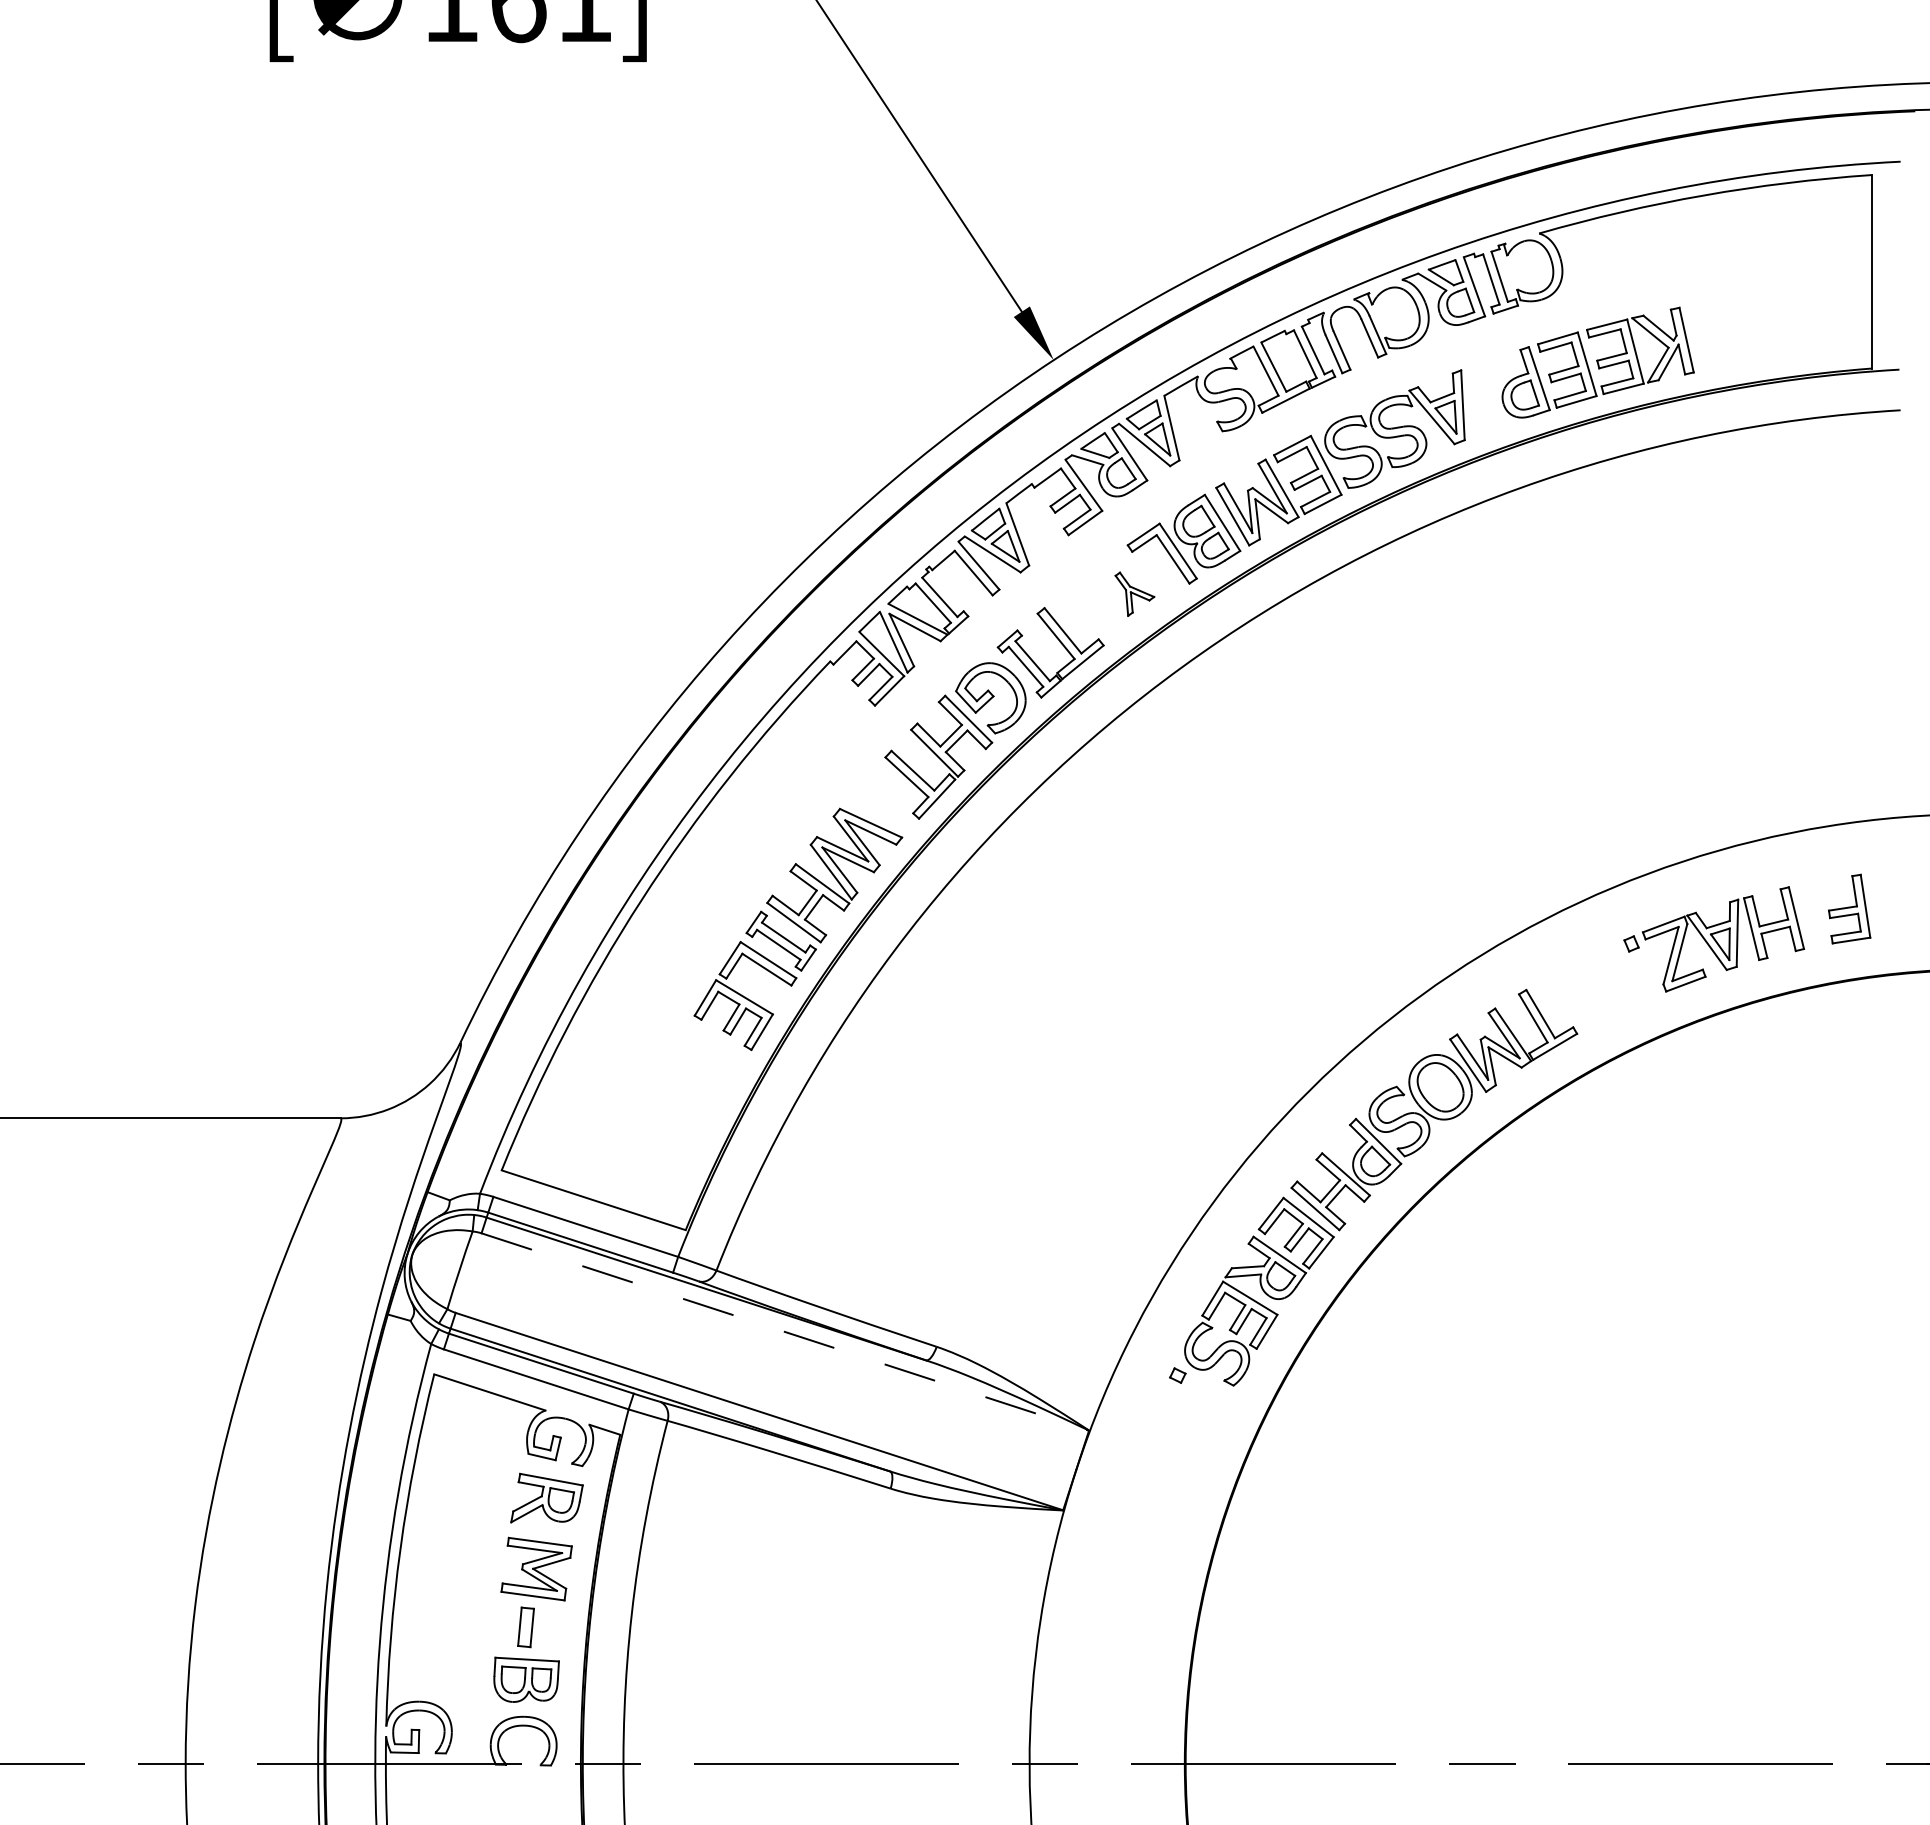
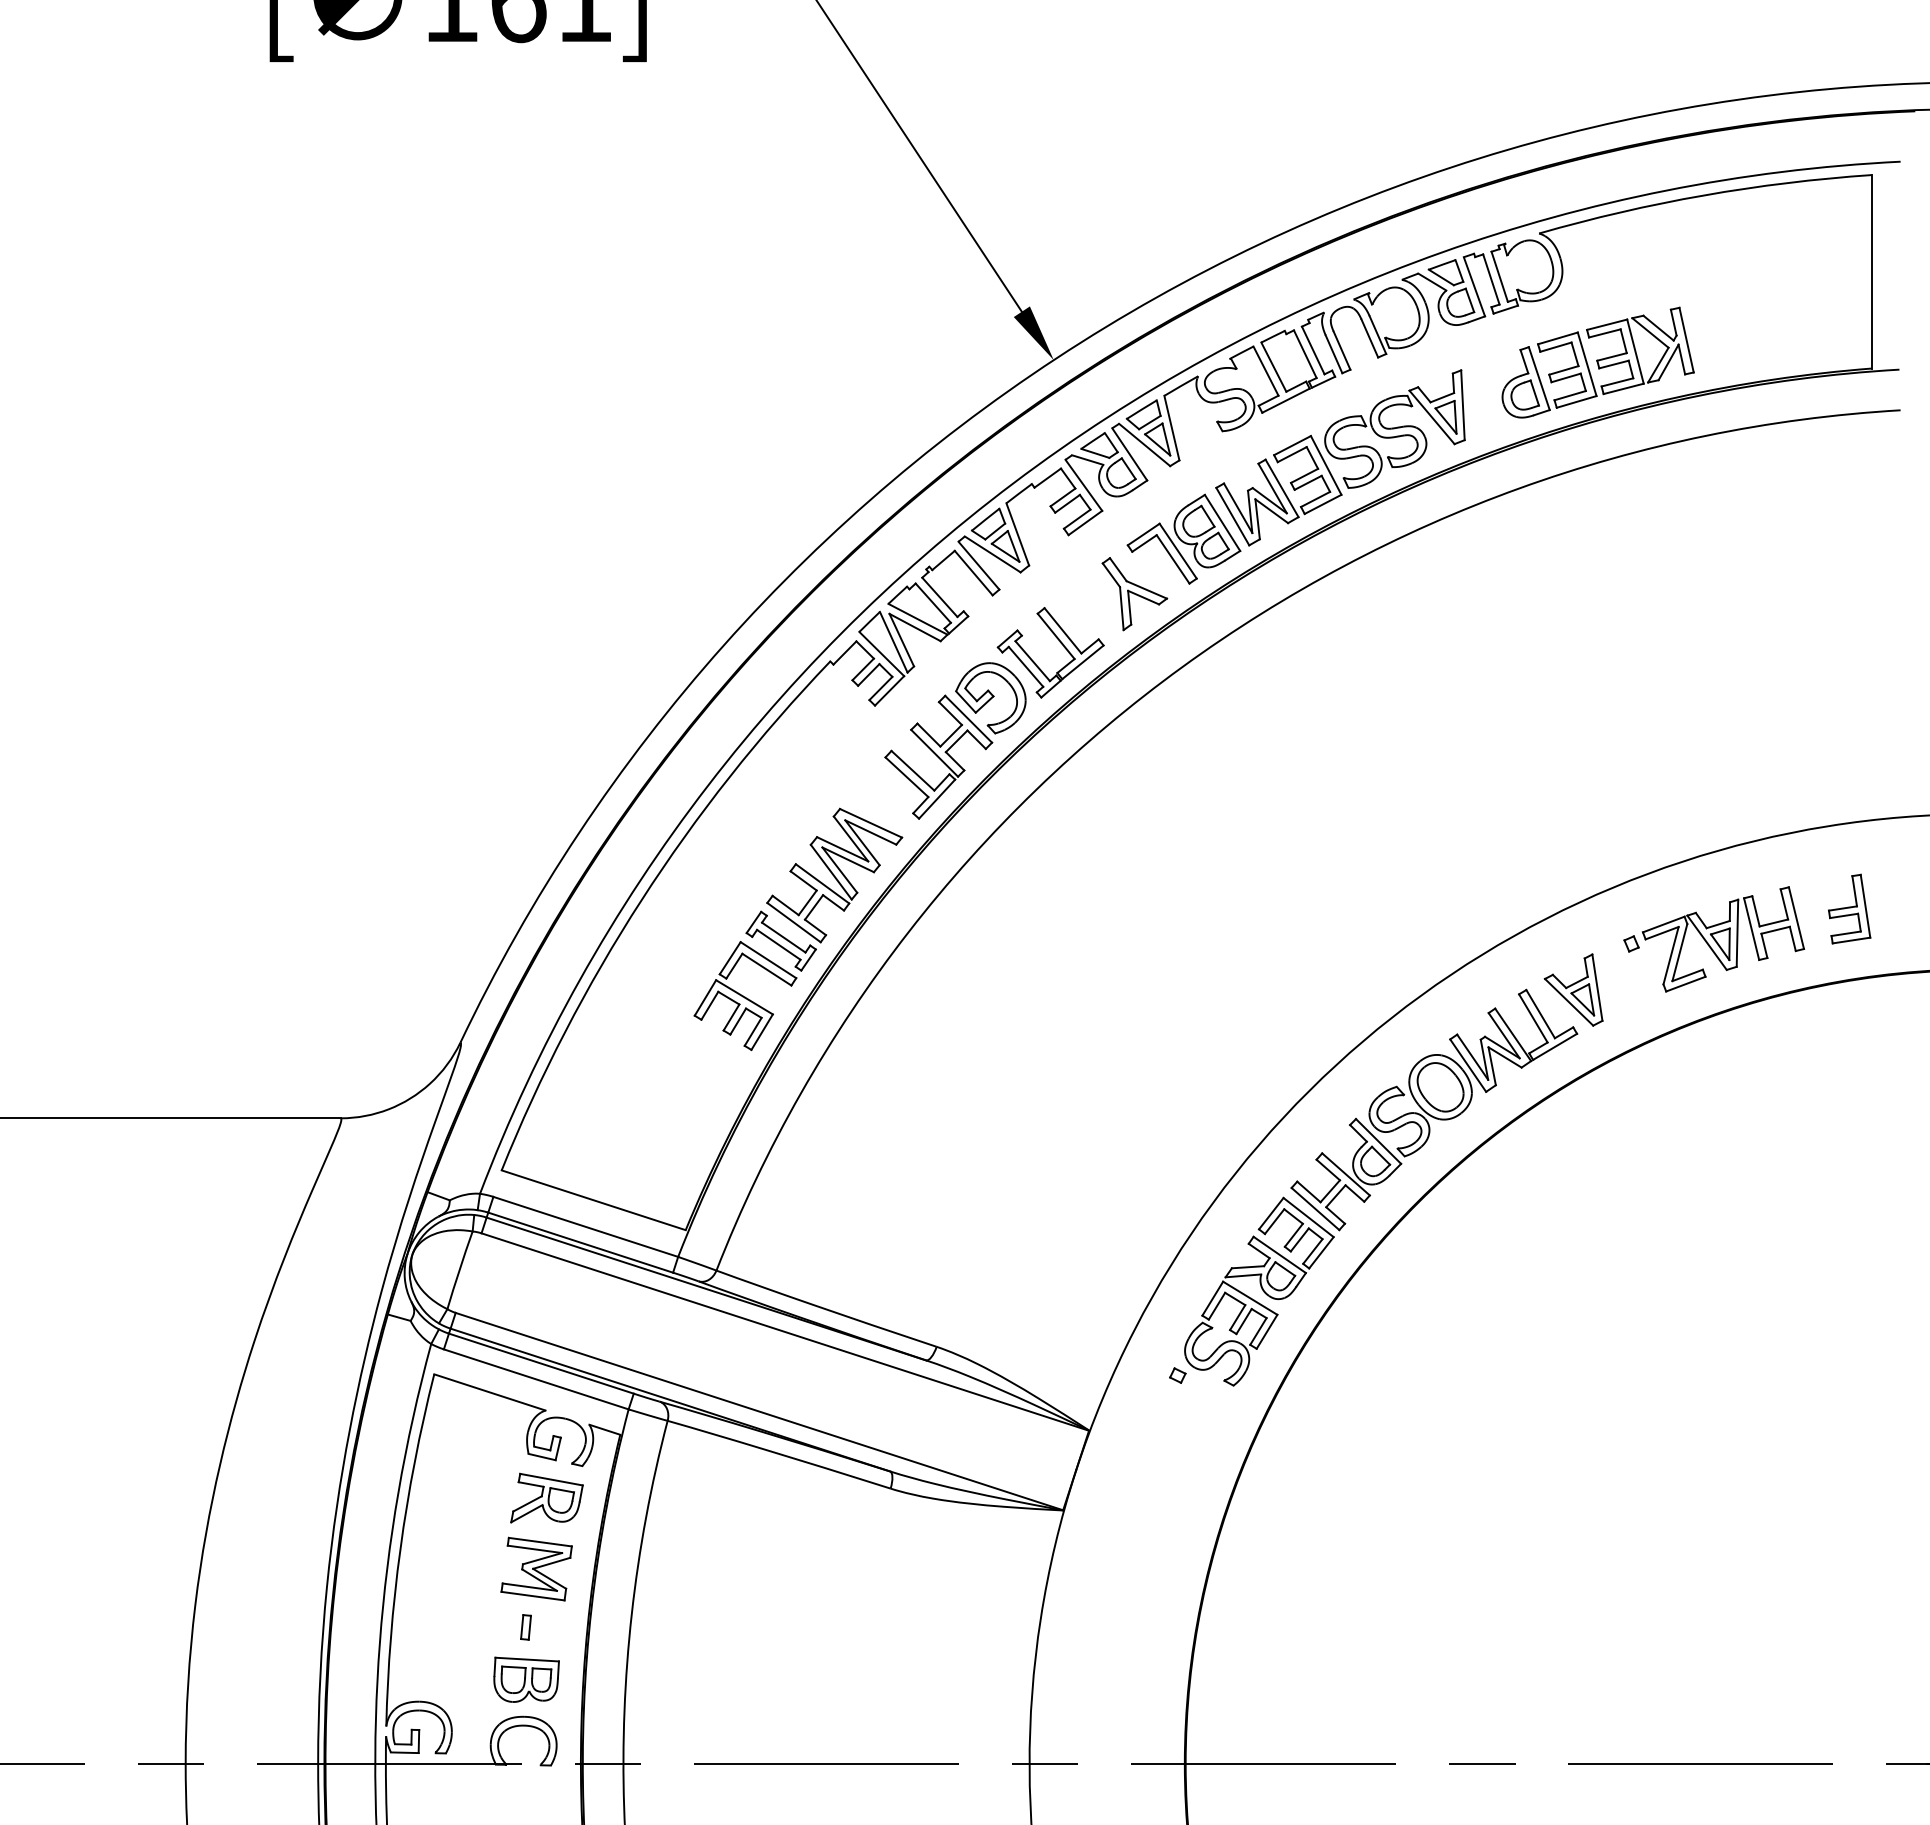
part at (1134, 593) size: 42x46 px -> 68x75 px
part at (1573, 989): none -> present
line at (785, 1332): dashed -> solid
part at (525, 1627) size: 18x43 px -> 12x27 px
